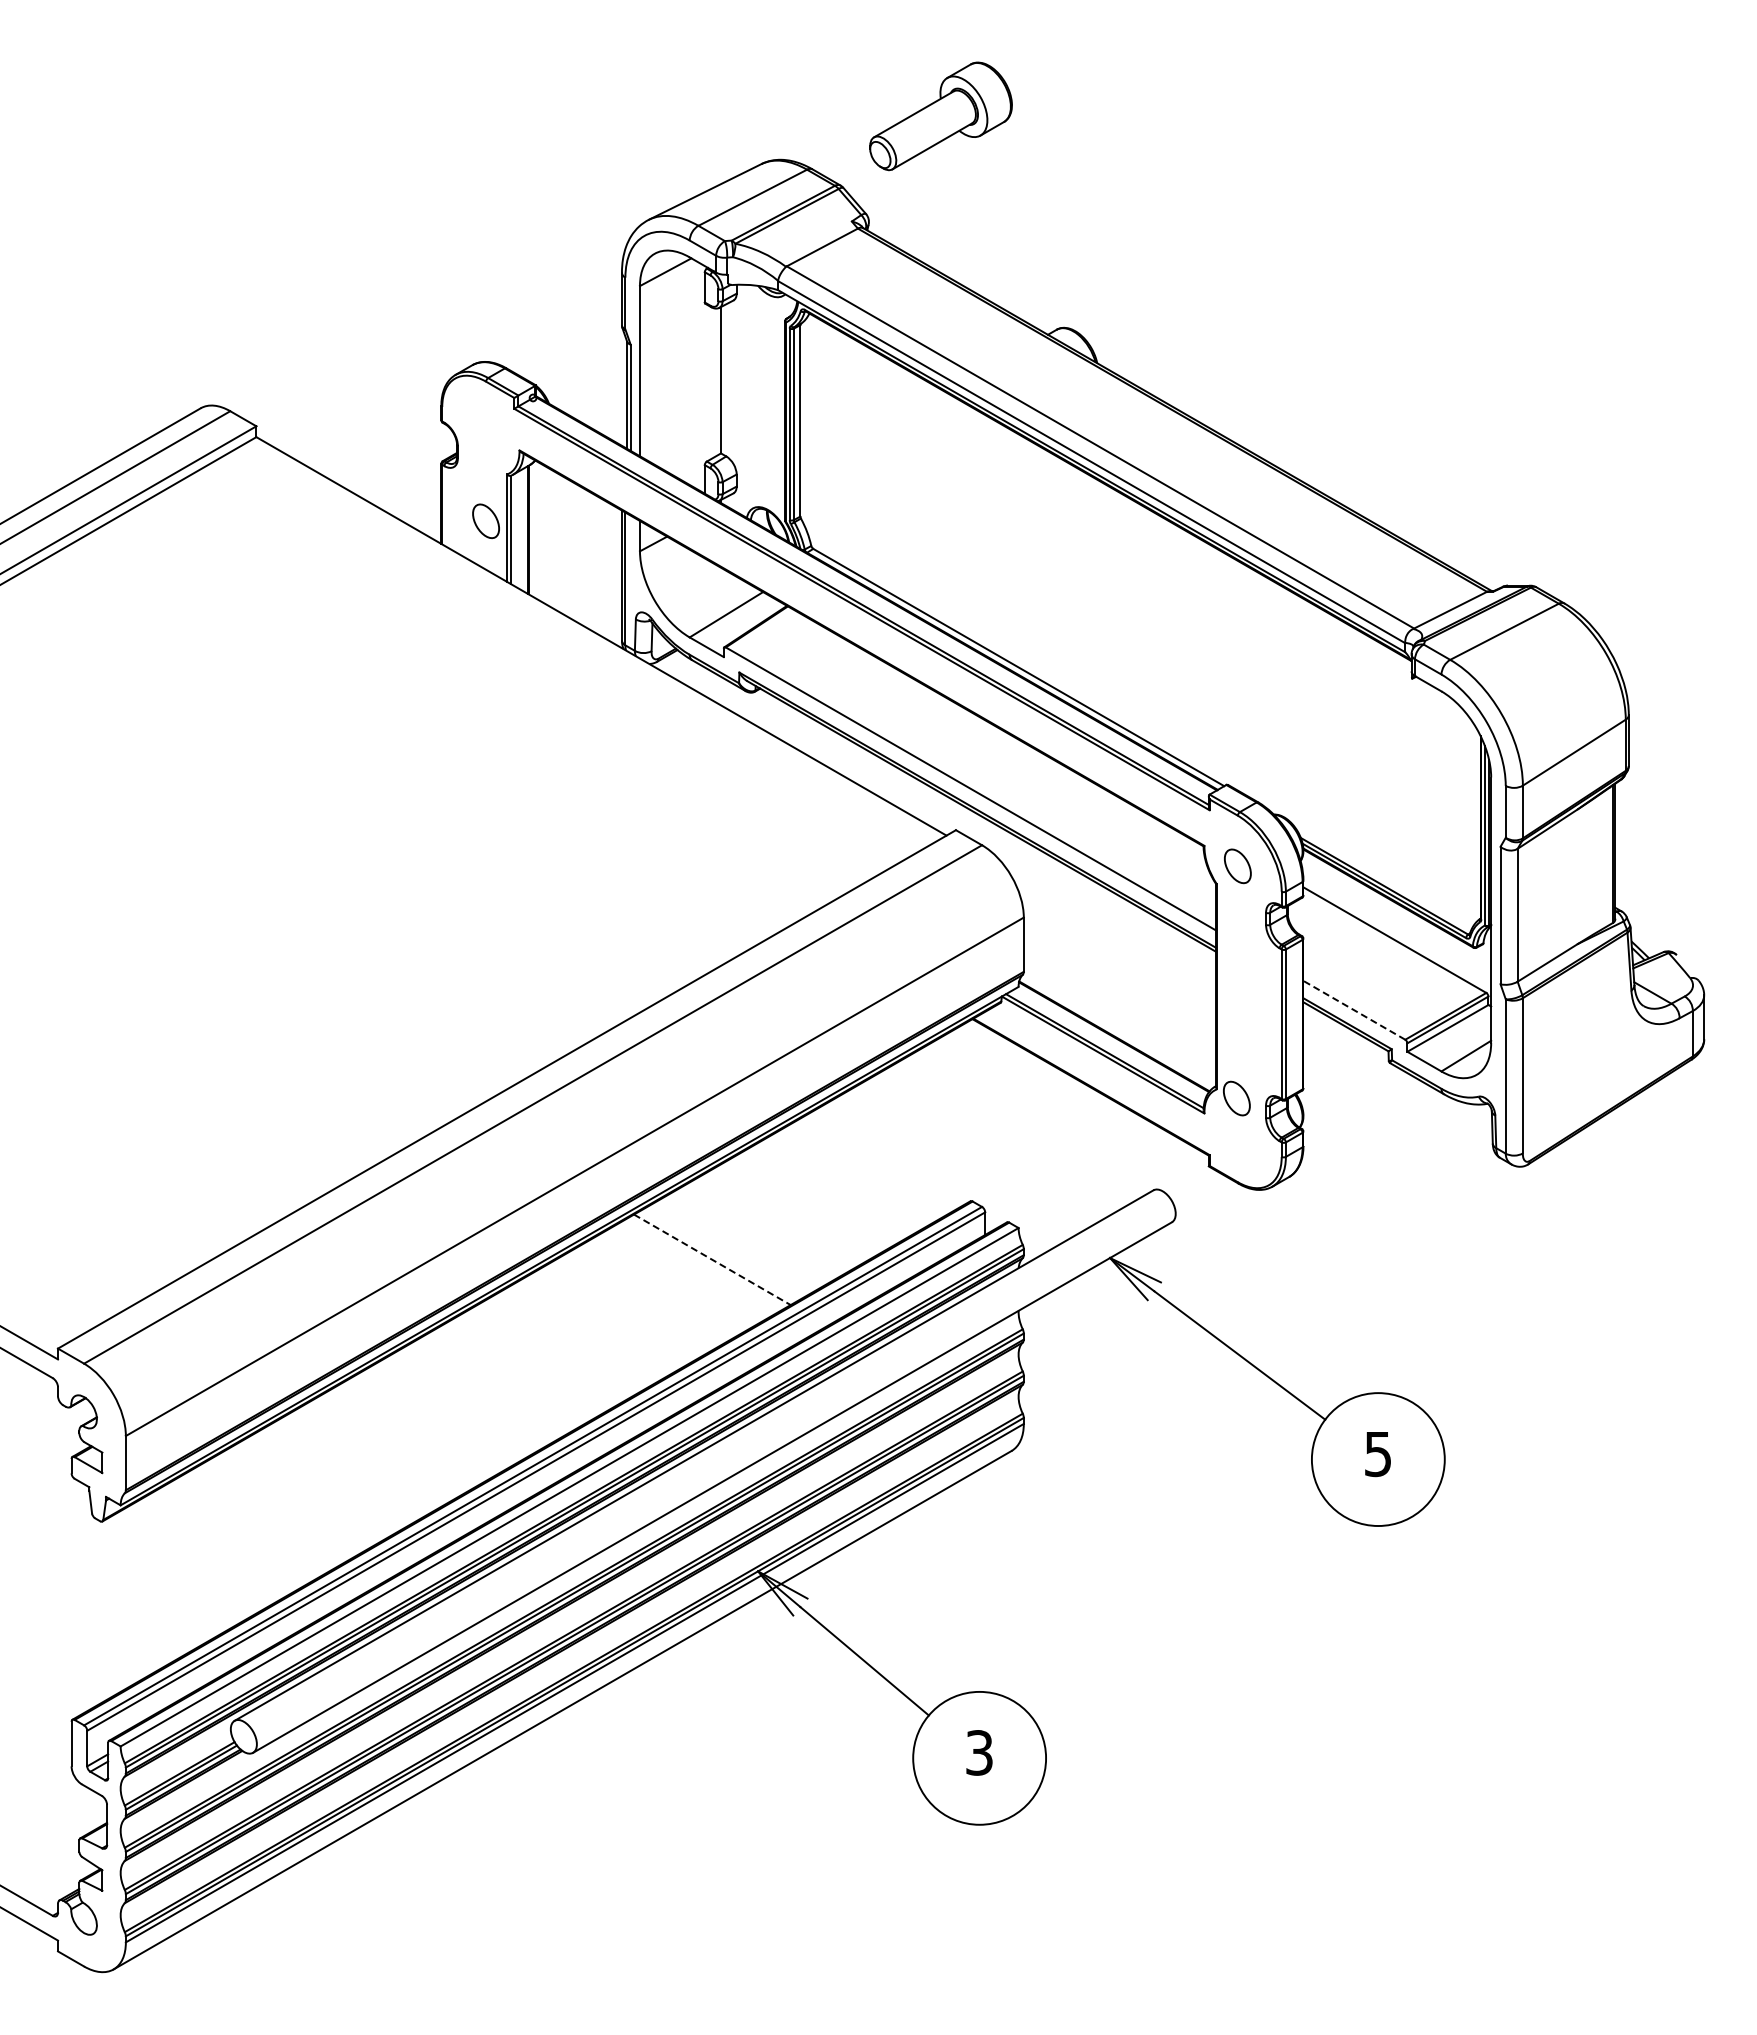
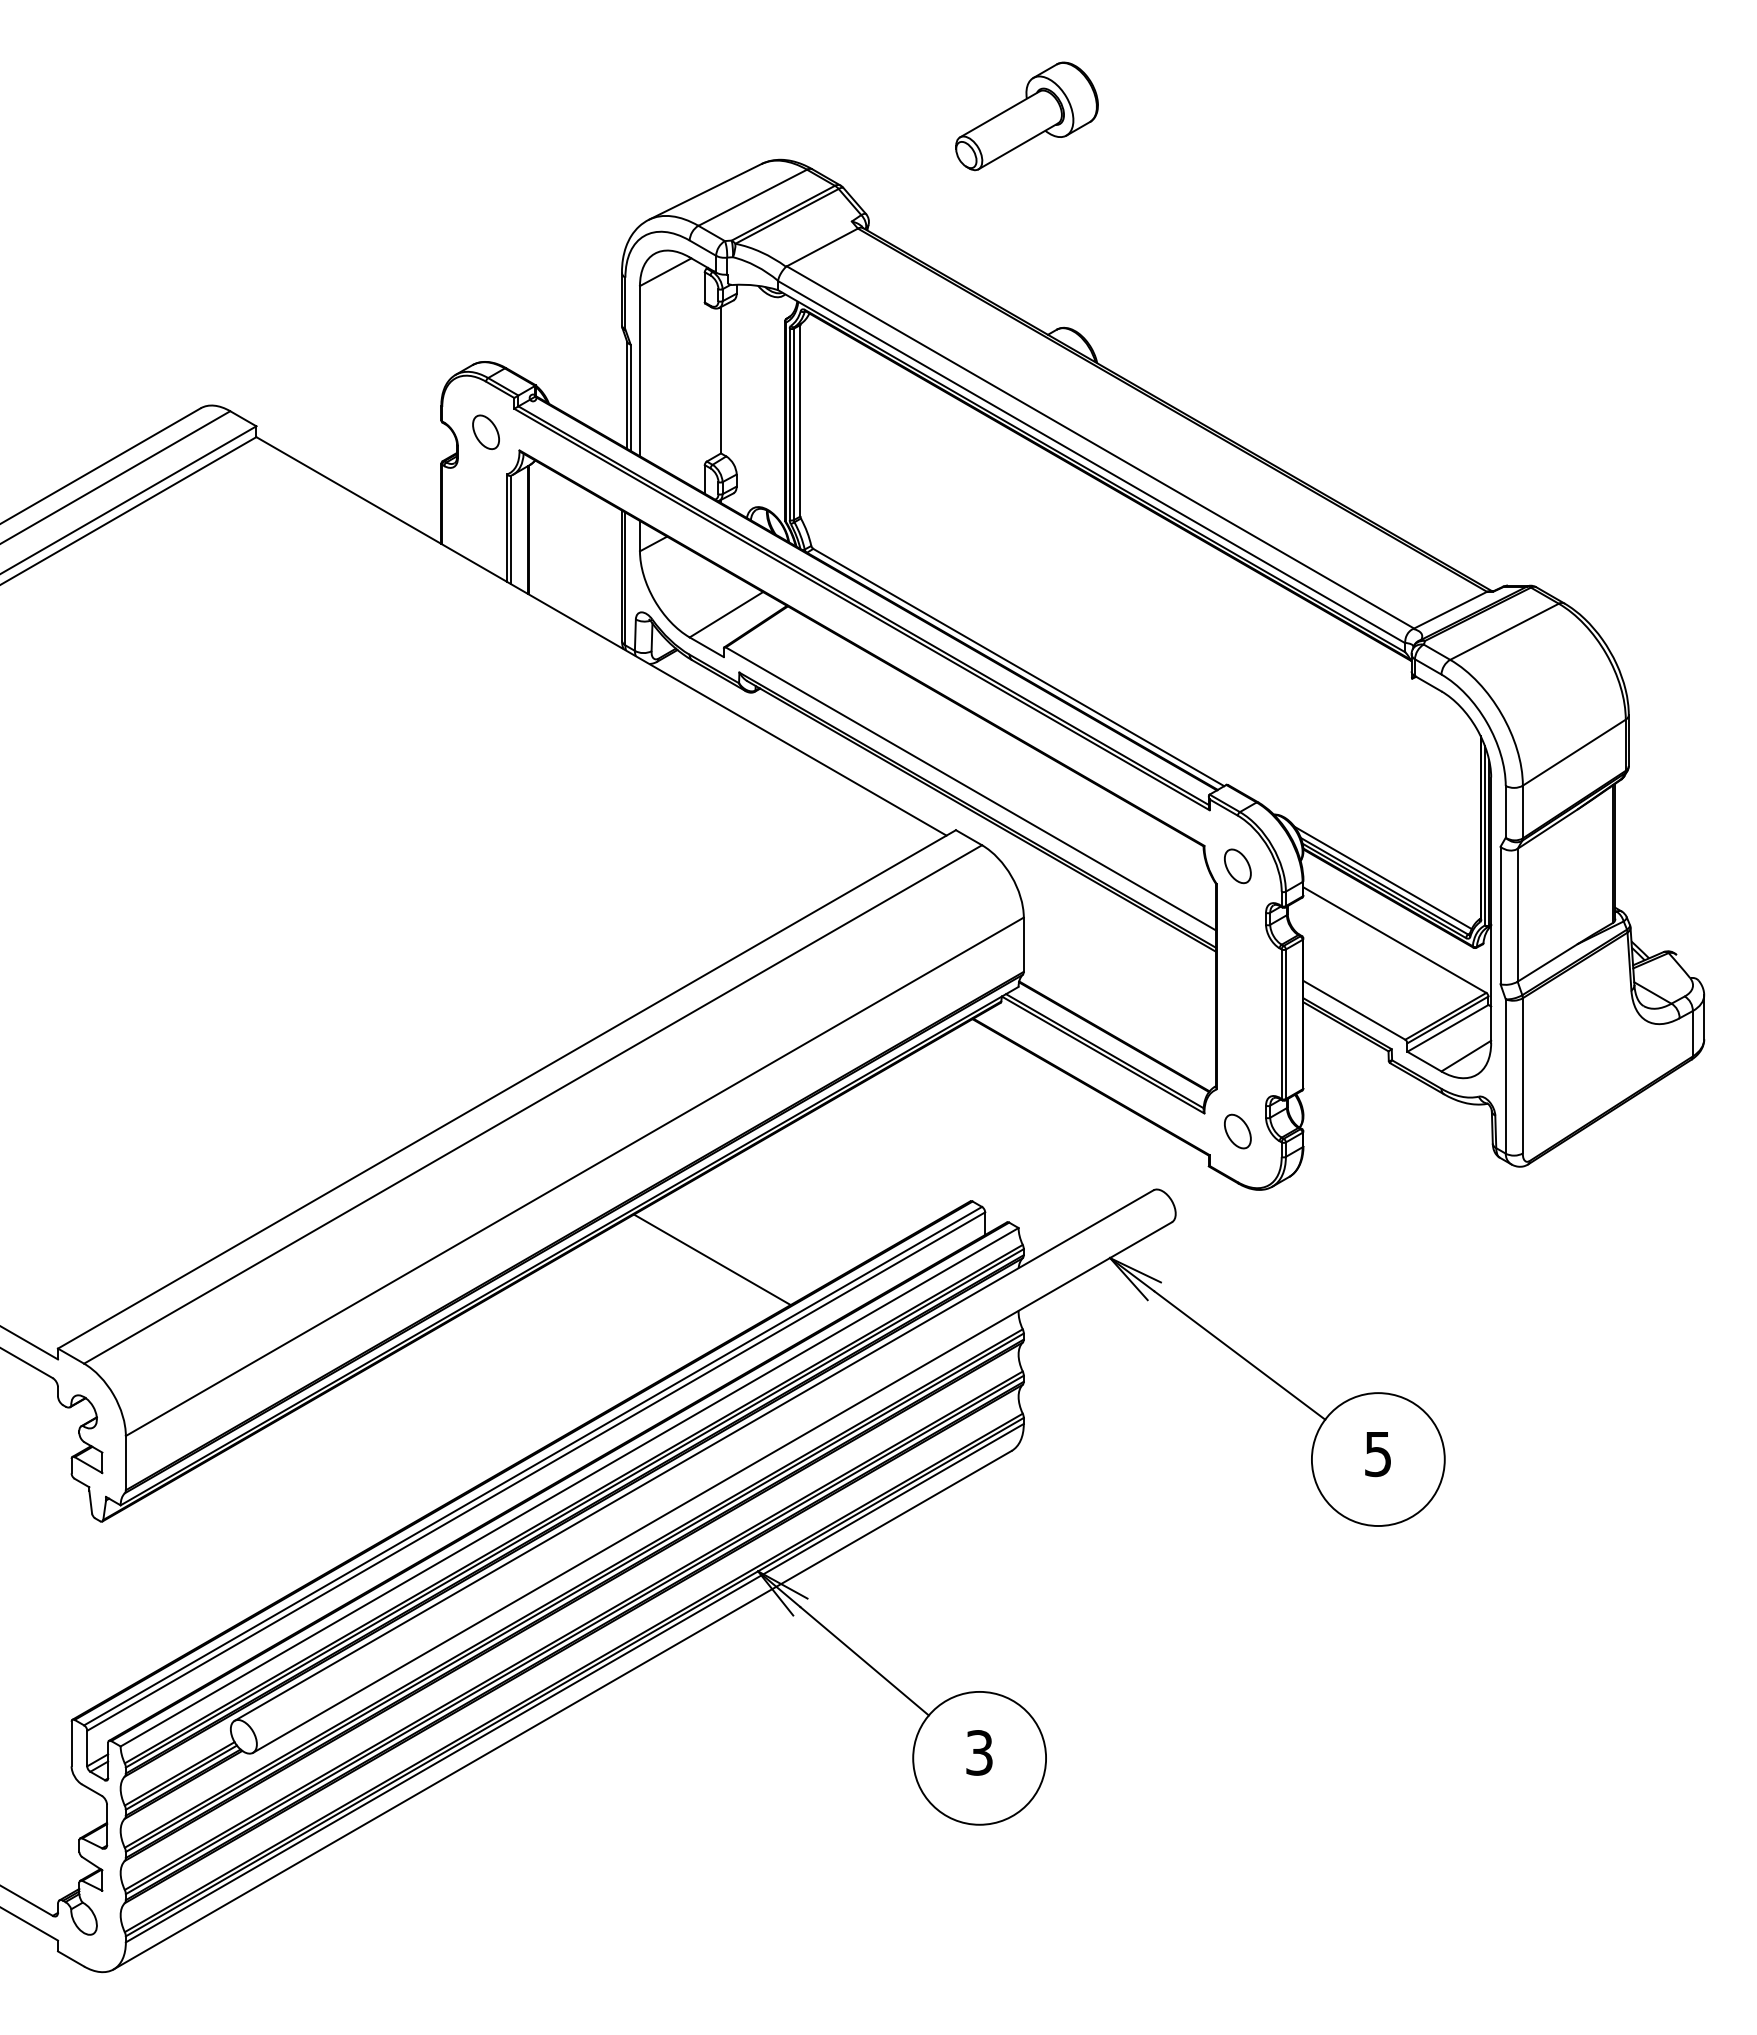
part at (940, 116) position: (940, 116) -> (1026, 116)
part at (485, 520) position: (485, 520) -> (485, 431)
line at (1382, 877): none -> present
line at (1354, 1010): dashed -> solid
part at (1236, 1098) position: (1236, 1098) -> (1237, 1131)
line at (712, 1260): dashed -> solid
